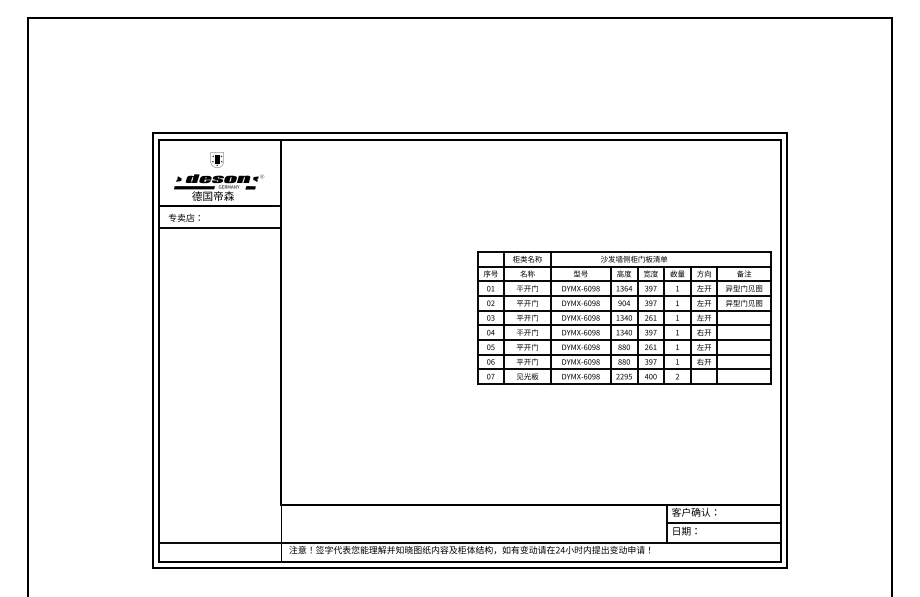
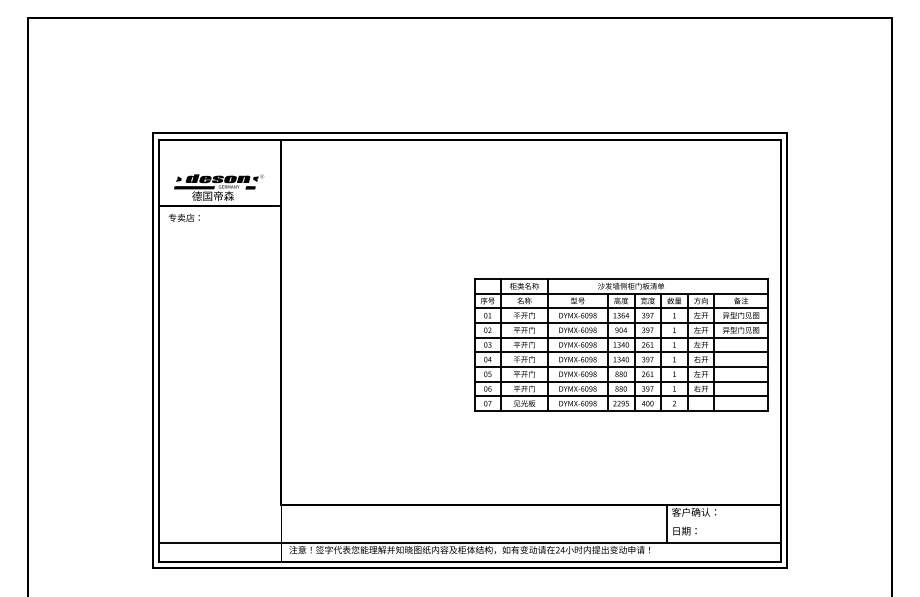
part at (216, 159): present -> none
line at (220, 228): present -> none
part at (624, 317) position: (624, 317) -> (621, 344)
line at (723, 523): present -> none
